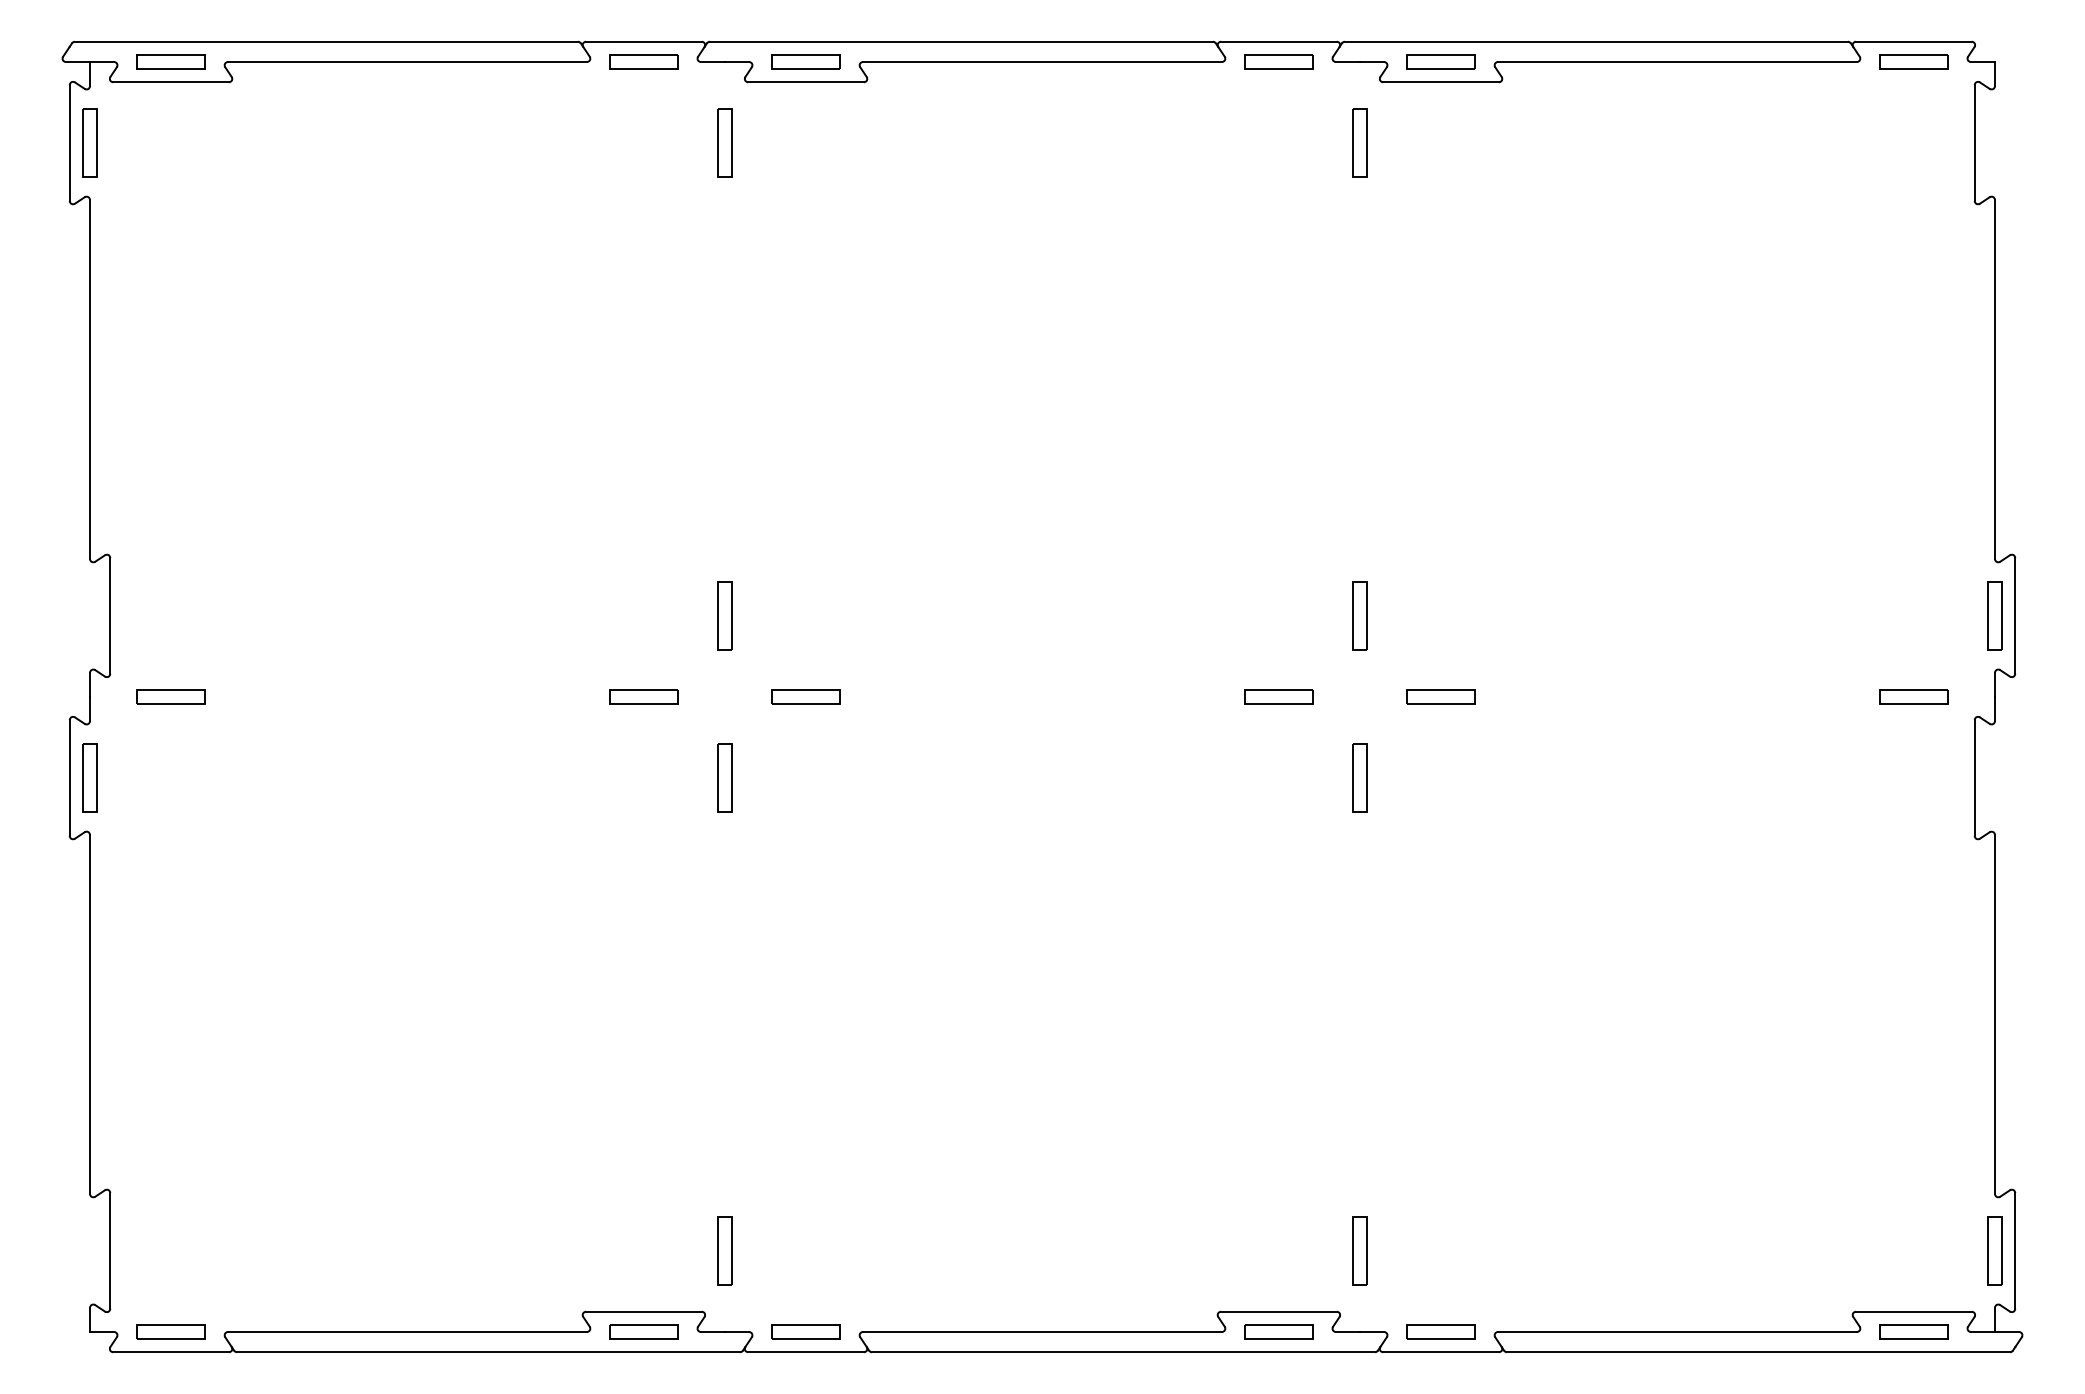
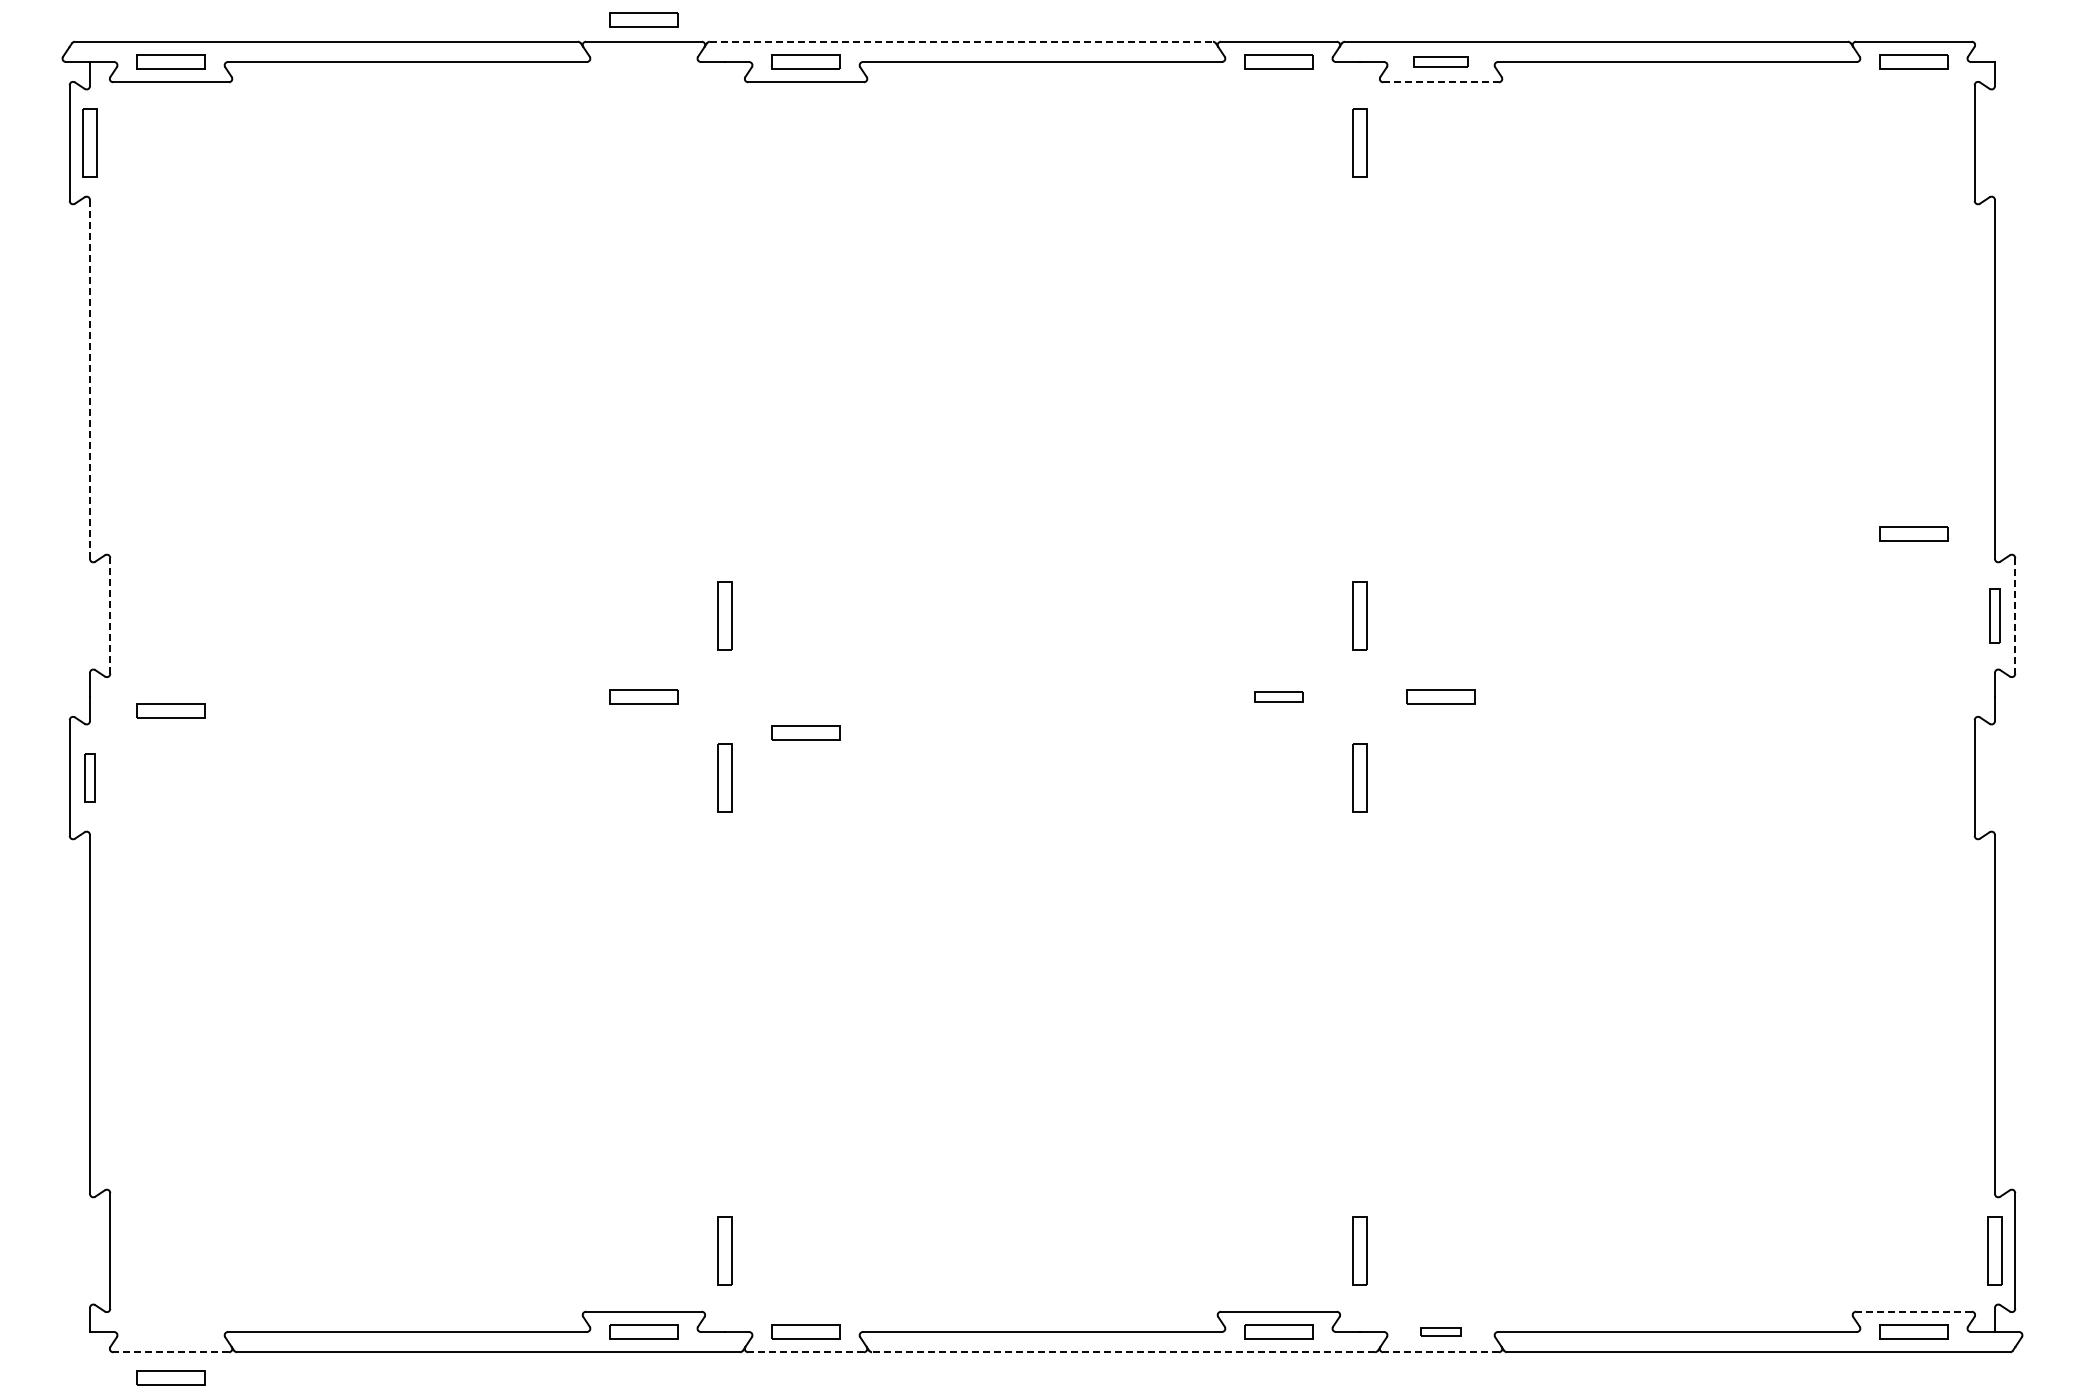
line at (961, 41): solid -> dashed
part at (643, 61) position: (643, 61) -> (643, 19)
part at (1440, 61) size: 70x16 px -> 56x12 px
line at (1441, 82): solid -> dashed
part at (724, 142): present -> none
line at (90, 379): solid -> dashed
line at (110, 615): solid -> dashed
part at (1994, 615) size: 16x70 px -> 12x56 px
line at (2015, 615): solid -> dashed
part at (170, 696) position: (170, 696) -> (170, 710)
part at (805, 696) position: (805, 696) -> (805, 732)
part at (1278, 696) size: 70x16 px -> 50x12 px
part at (1913, 696) position: (1913, 696) -> (1913, 533)
part at (89, 777) size: 16x70 px -> 12x50 px
line at (1913, 1311): solid -> dashed
part at (170, 1331) position: (170, 1331) -> (170, 1377)
part at (1440, 1331) size: 70x16 px -> 42x10 px
line at (171, 1352): solid -> dashed
line at (806, 1352): solid -> dashed
line at (1123, 1352): solid -> dashed
line at (1441, 1352): solid -> dashed
